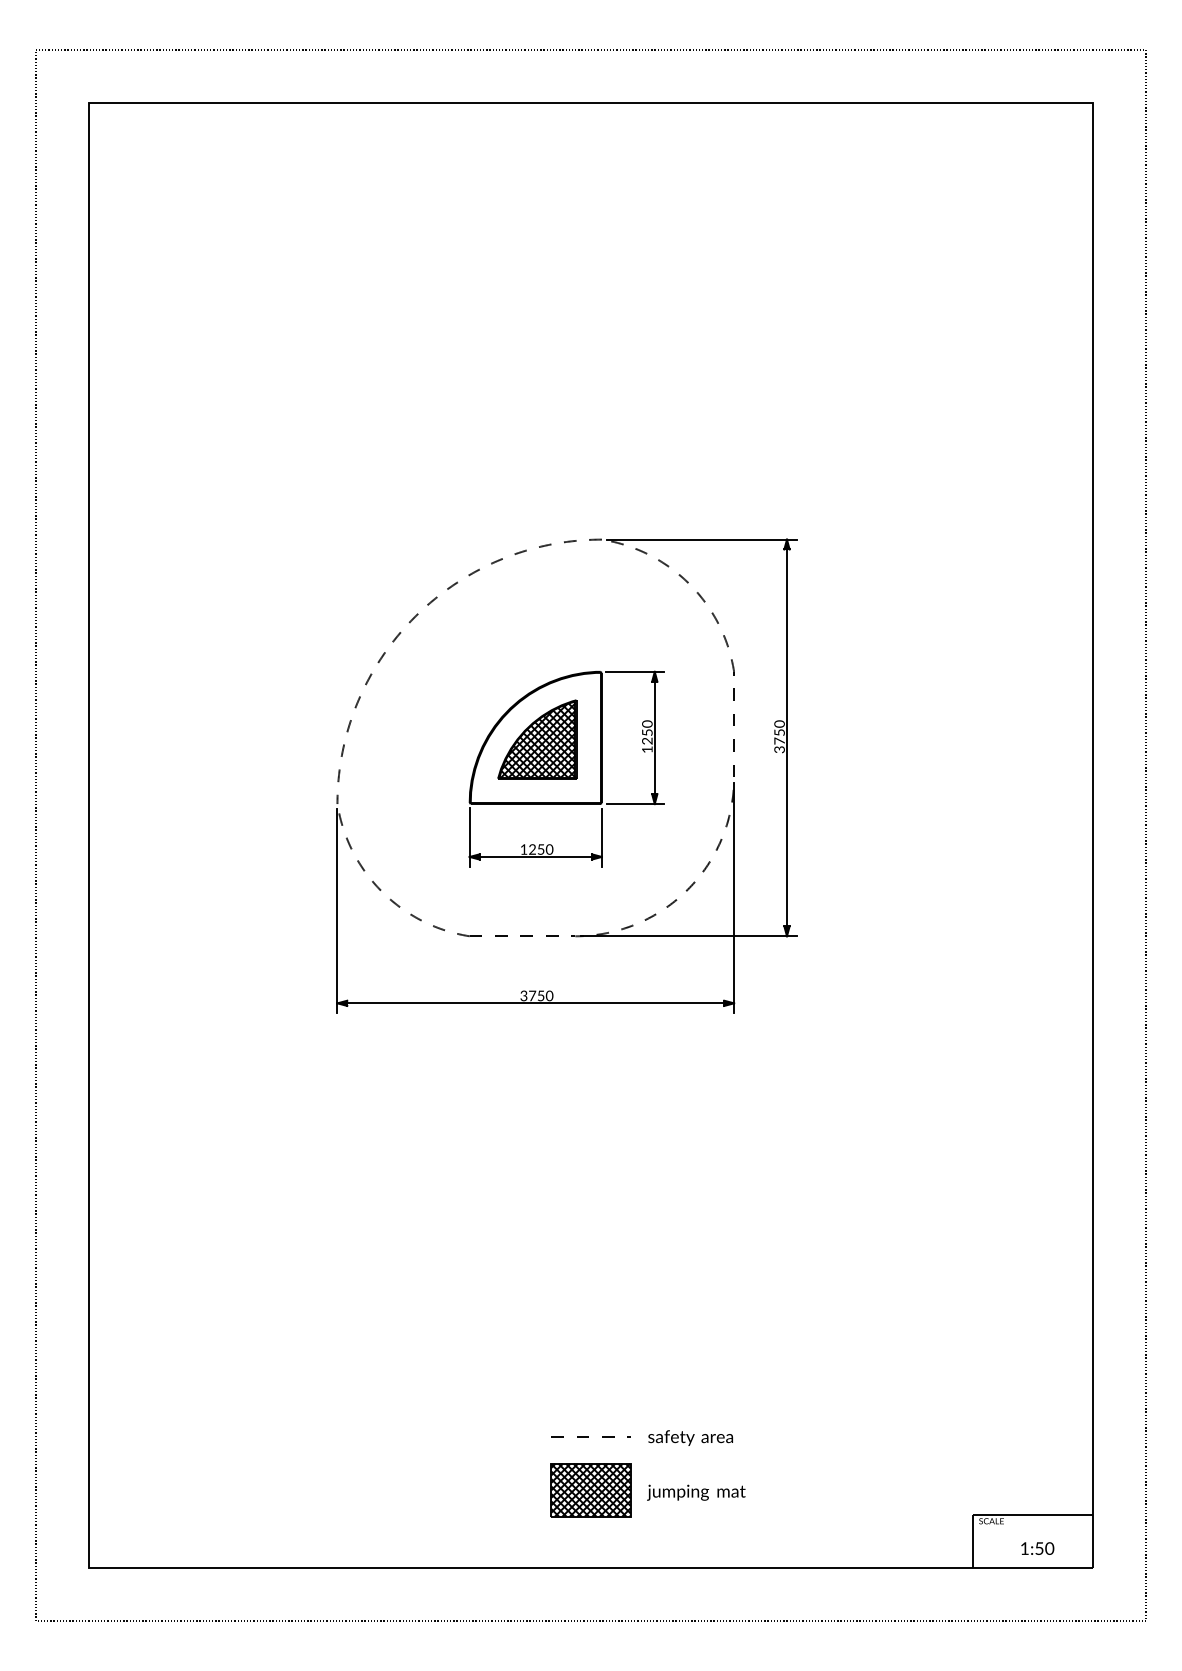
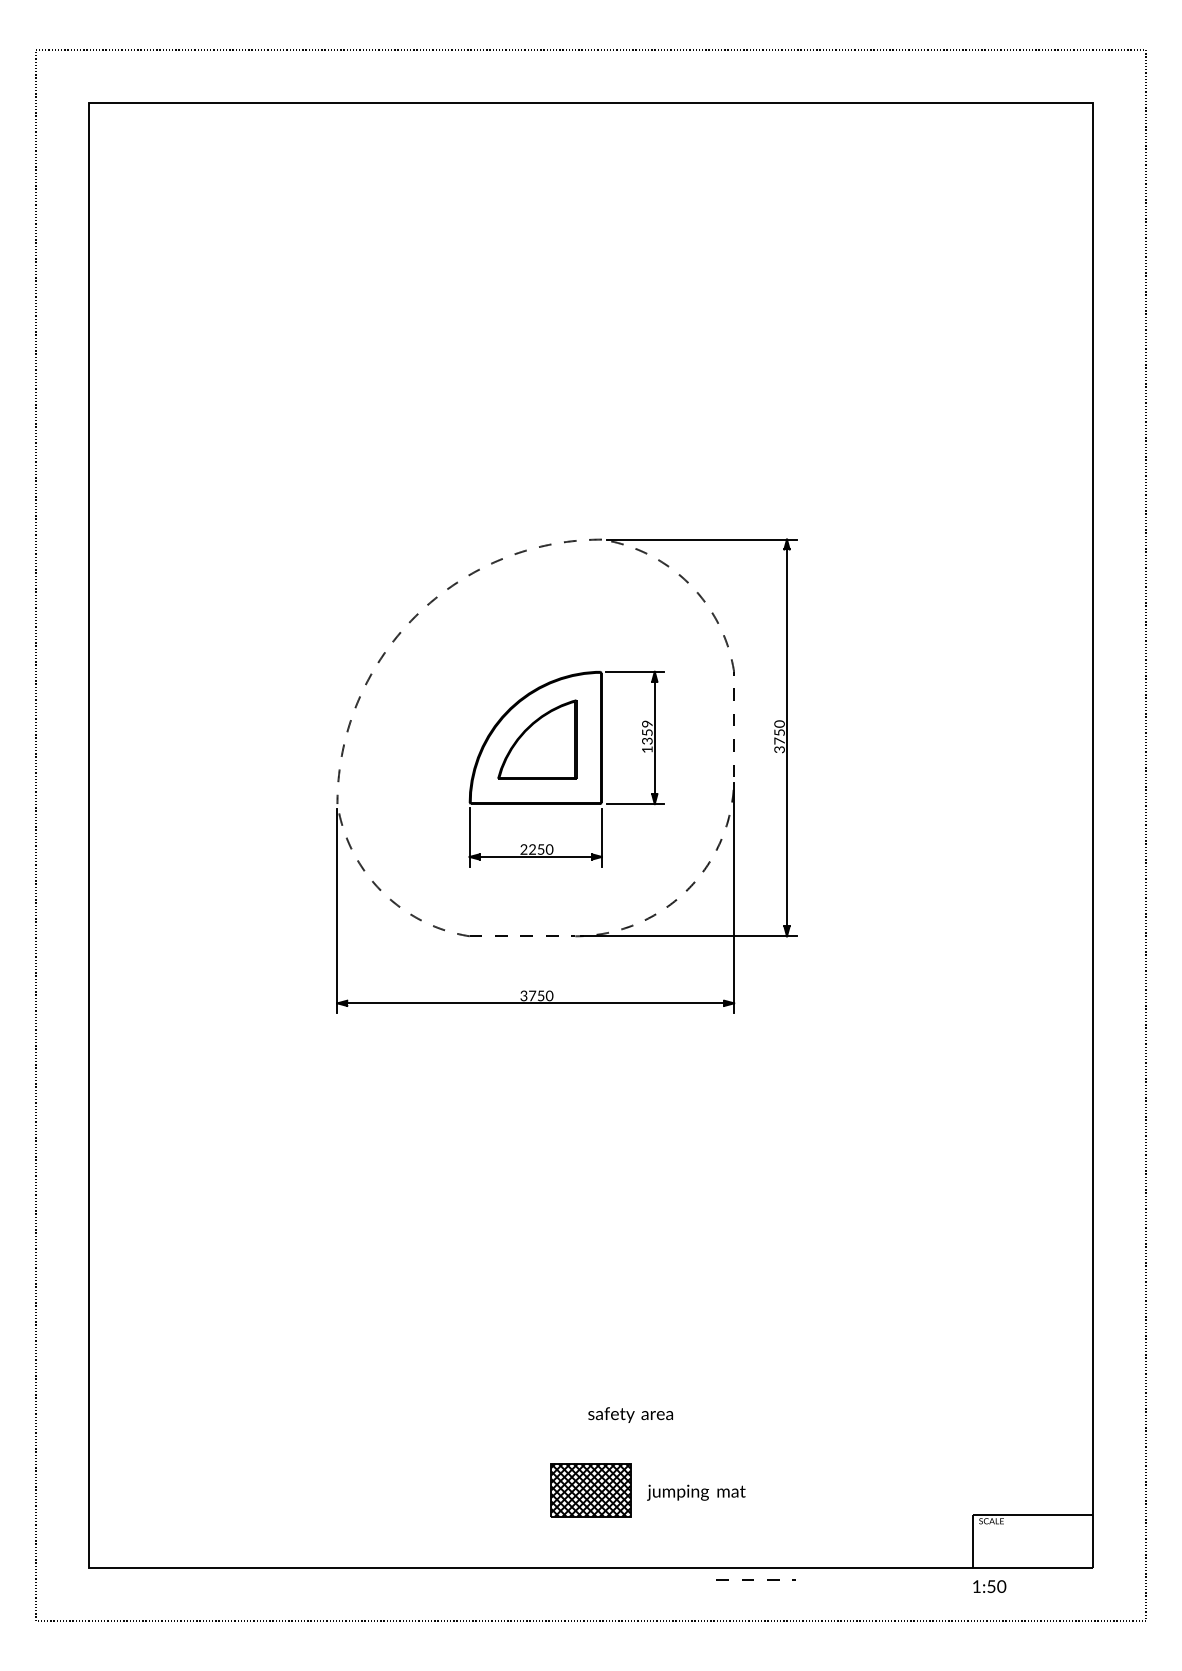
text at (647, 732): 1250 -> 1359
hatch at (537, 739): present -> none
text at (523, 849): 1250 -> 2250
line at (588, 1436) position: (588, 1436) -> (753, 1579)
text at (690, 1437) position: (690, 1437) -> (630, 1414)
text at (1037, 1548) position: (1037, 1548) -> (989, 1586)
